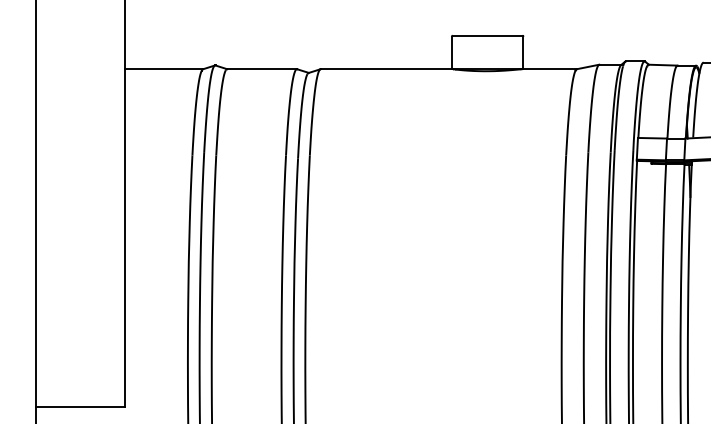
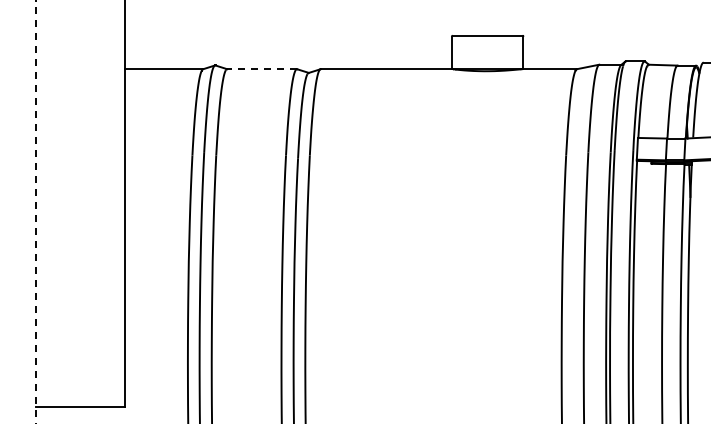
line at (262, 69): solid -> dashed
line at (35, 211): solid -> dashed
